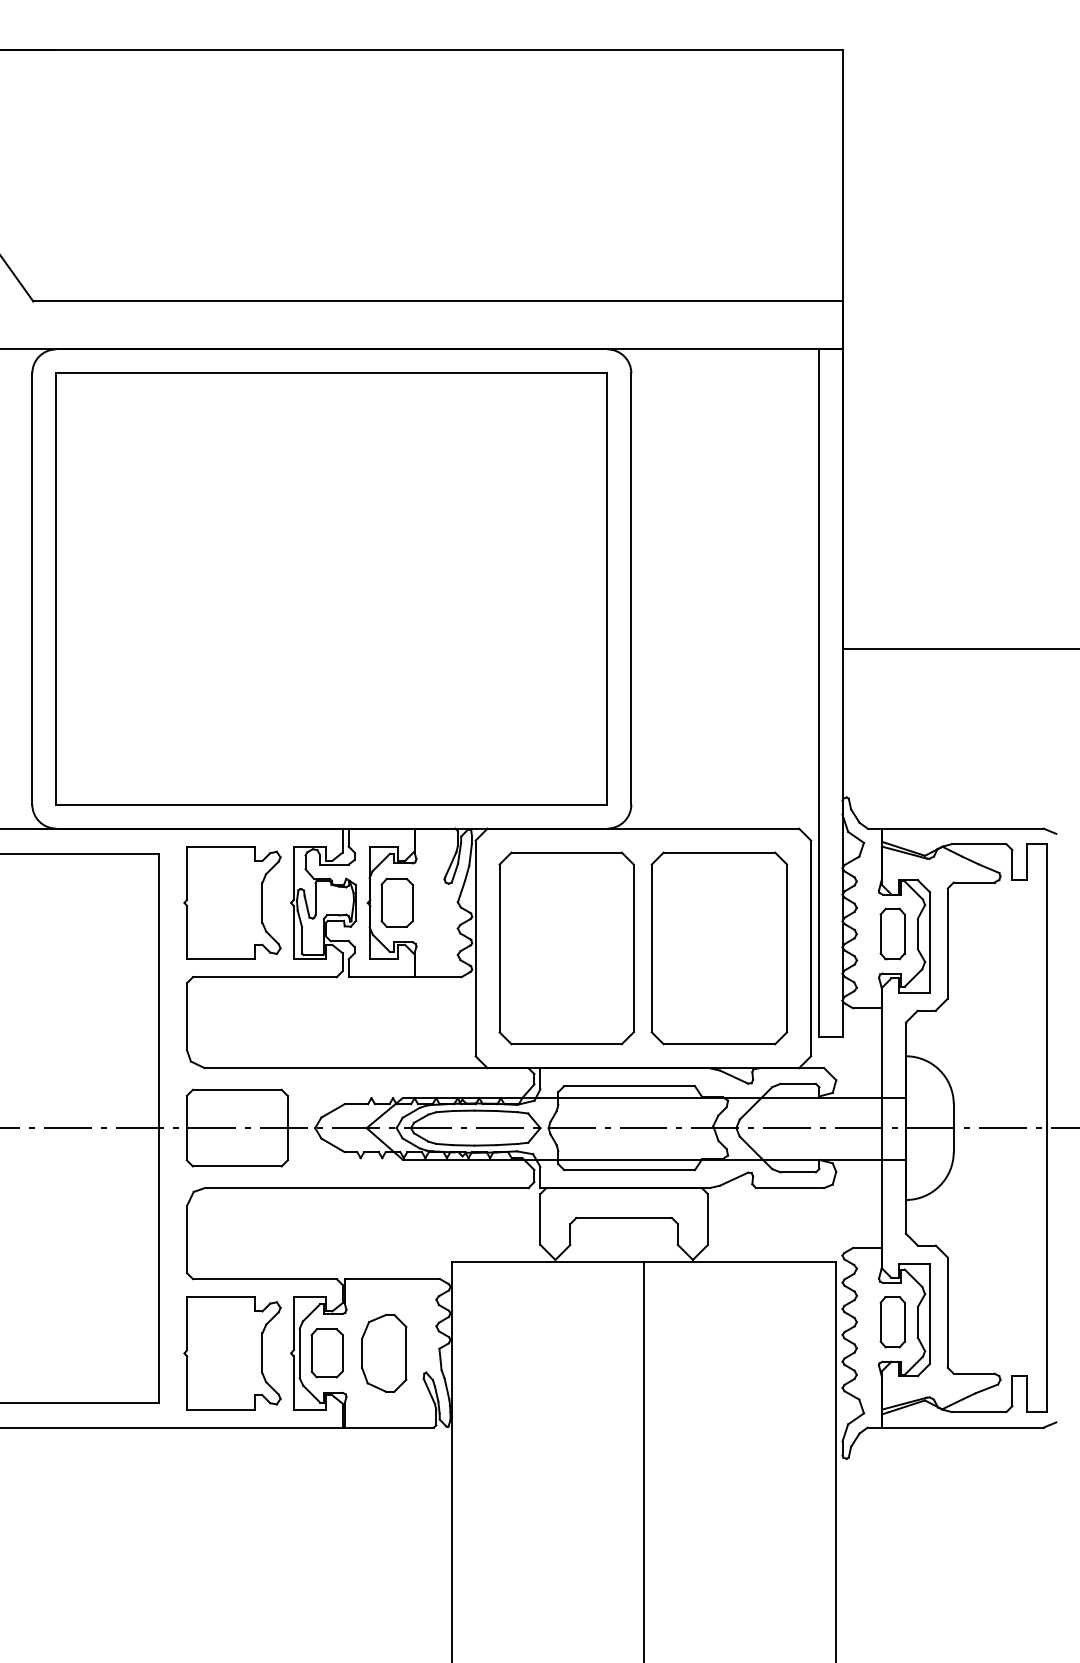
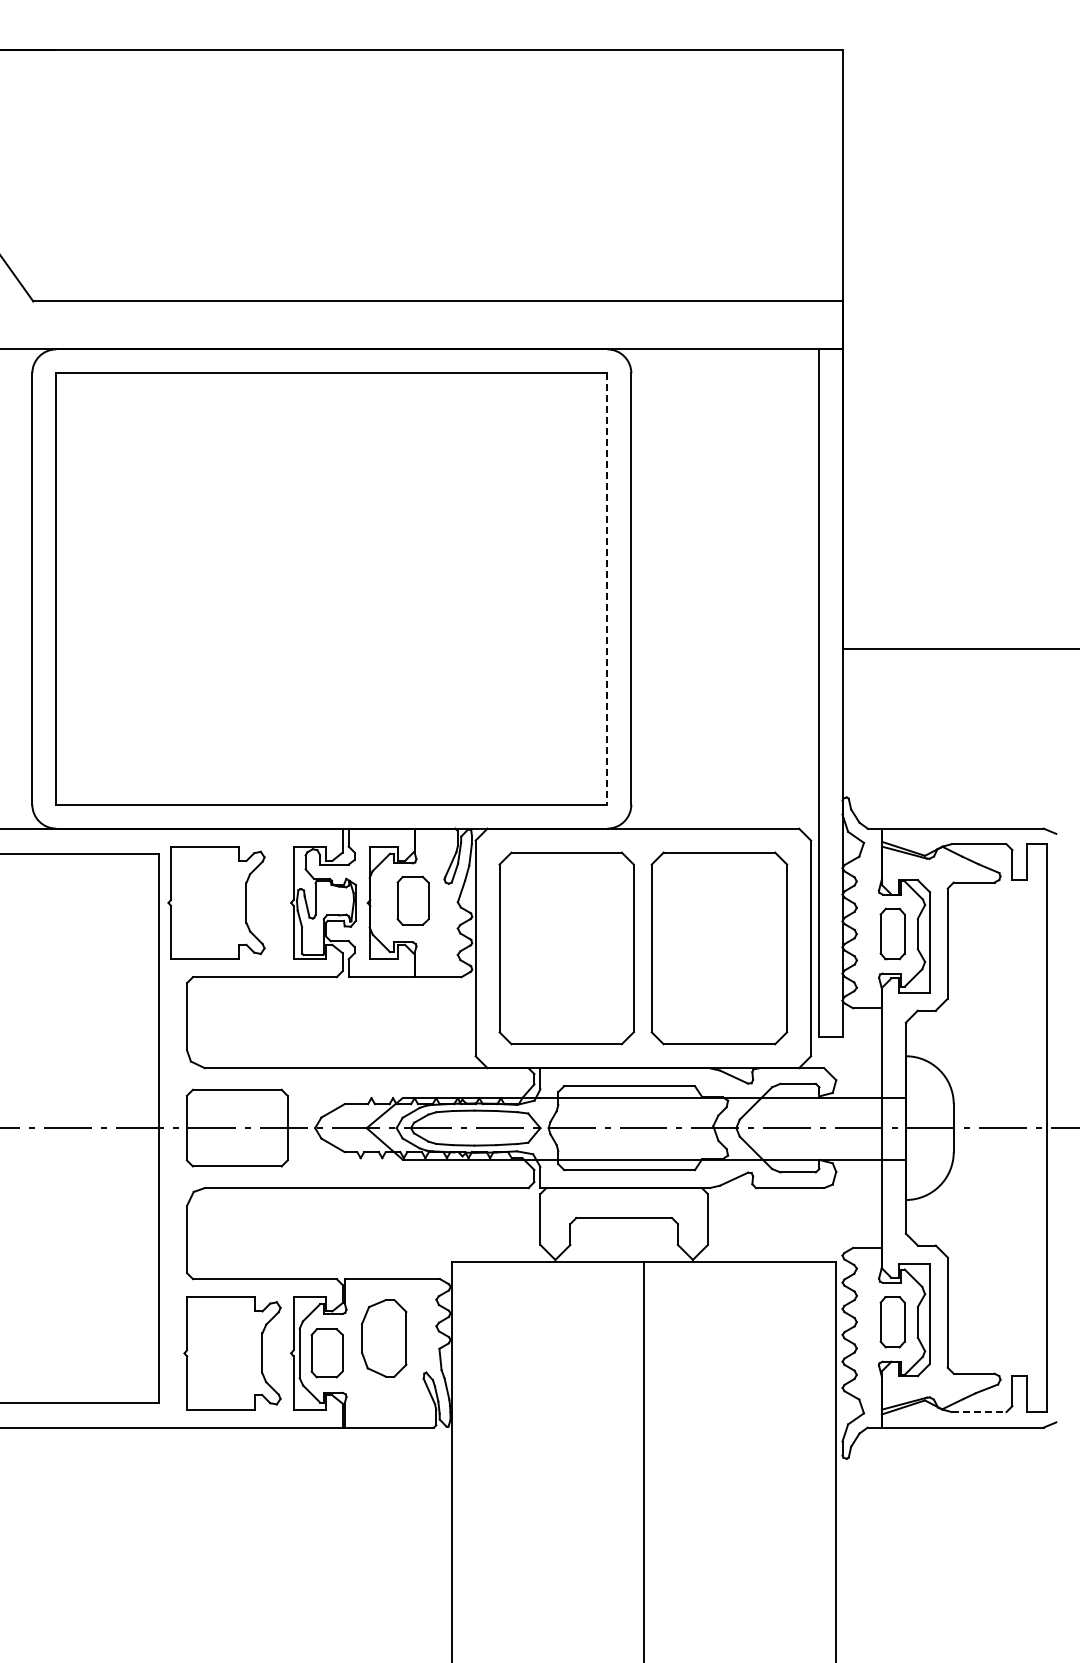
line at (607, 589): solid -> dashed
part at (232, 902) position: (232, 902) -> (216, 902)
part at (396, 902) position: (396, 902) -> (412, 900)
part at (384, 1353) position: (384, 1353) -> (384, 1338)
line at (979, 1412): solid -> dashed
